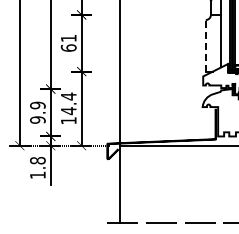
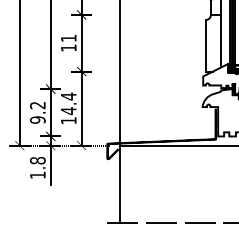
line at (205, 45): dashed -> solid
text at (68, 47): 61 -> 11
text at (37, 105): 9.9 -> 9.2
